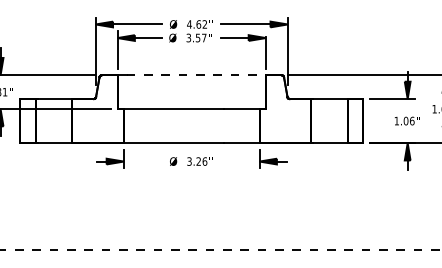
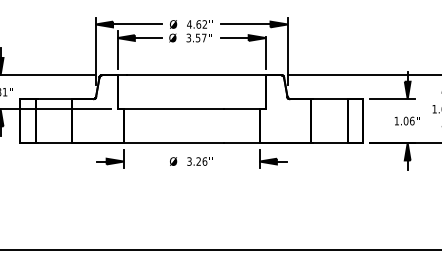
line at (196, 75): dashed -> solid
line at (221, 249): dashed -> solid
